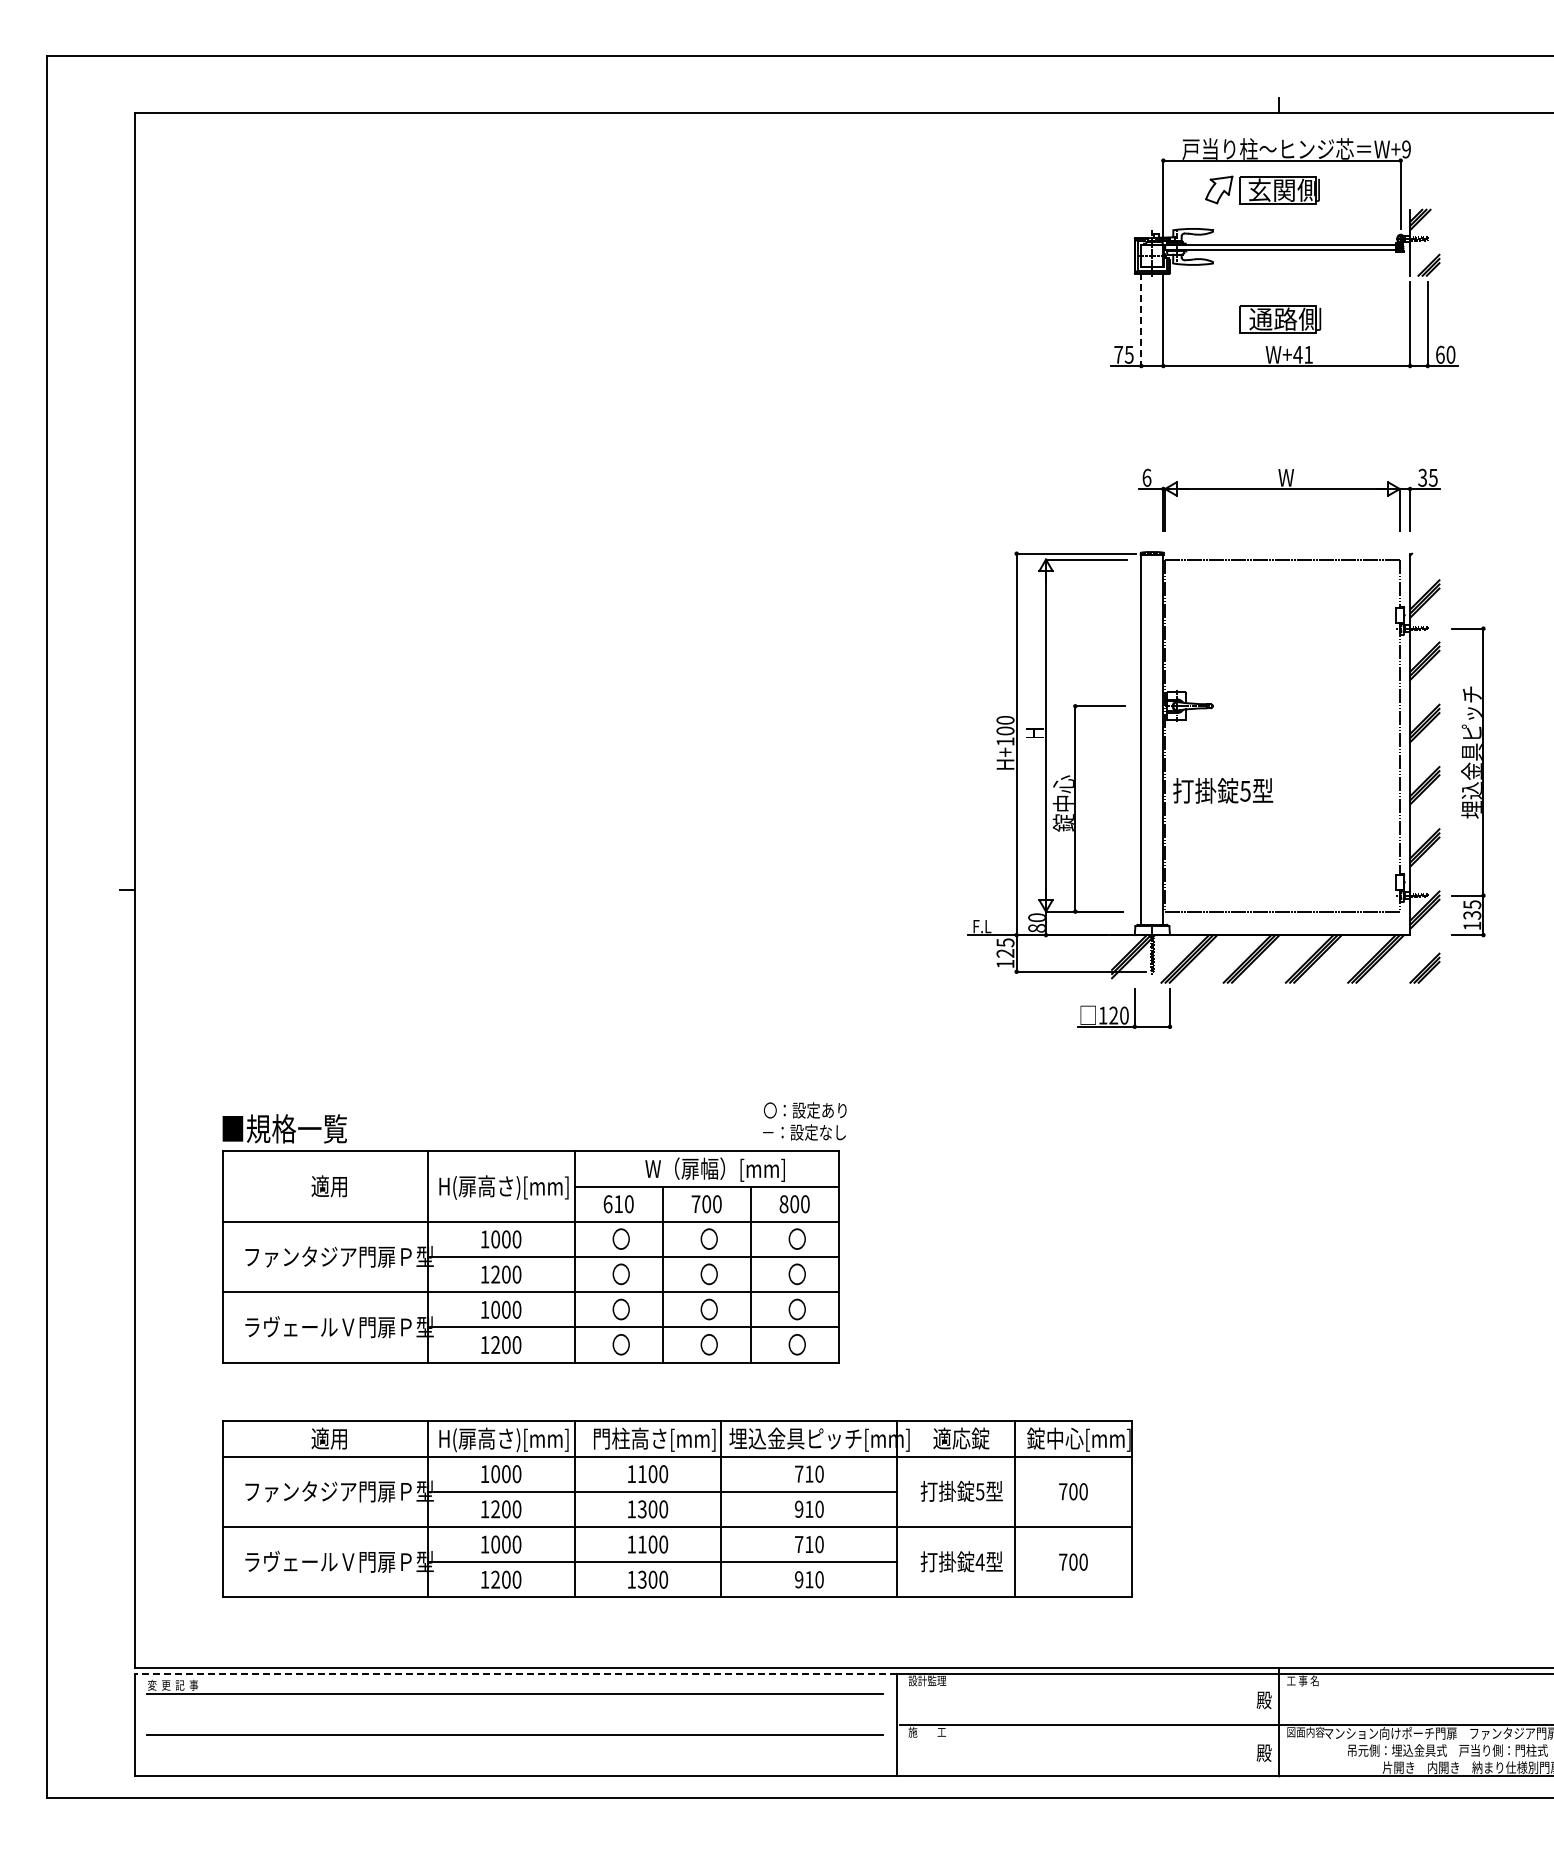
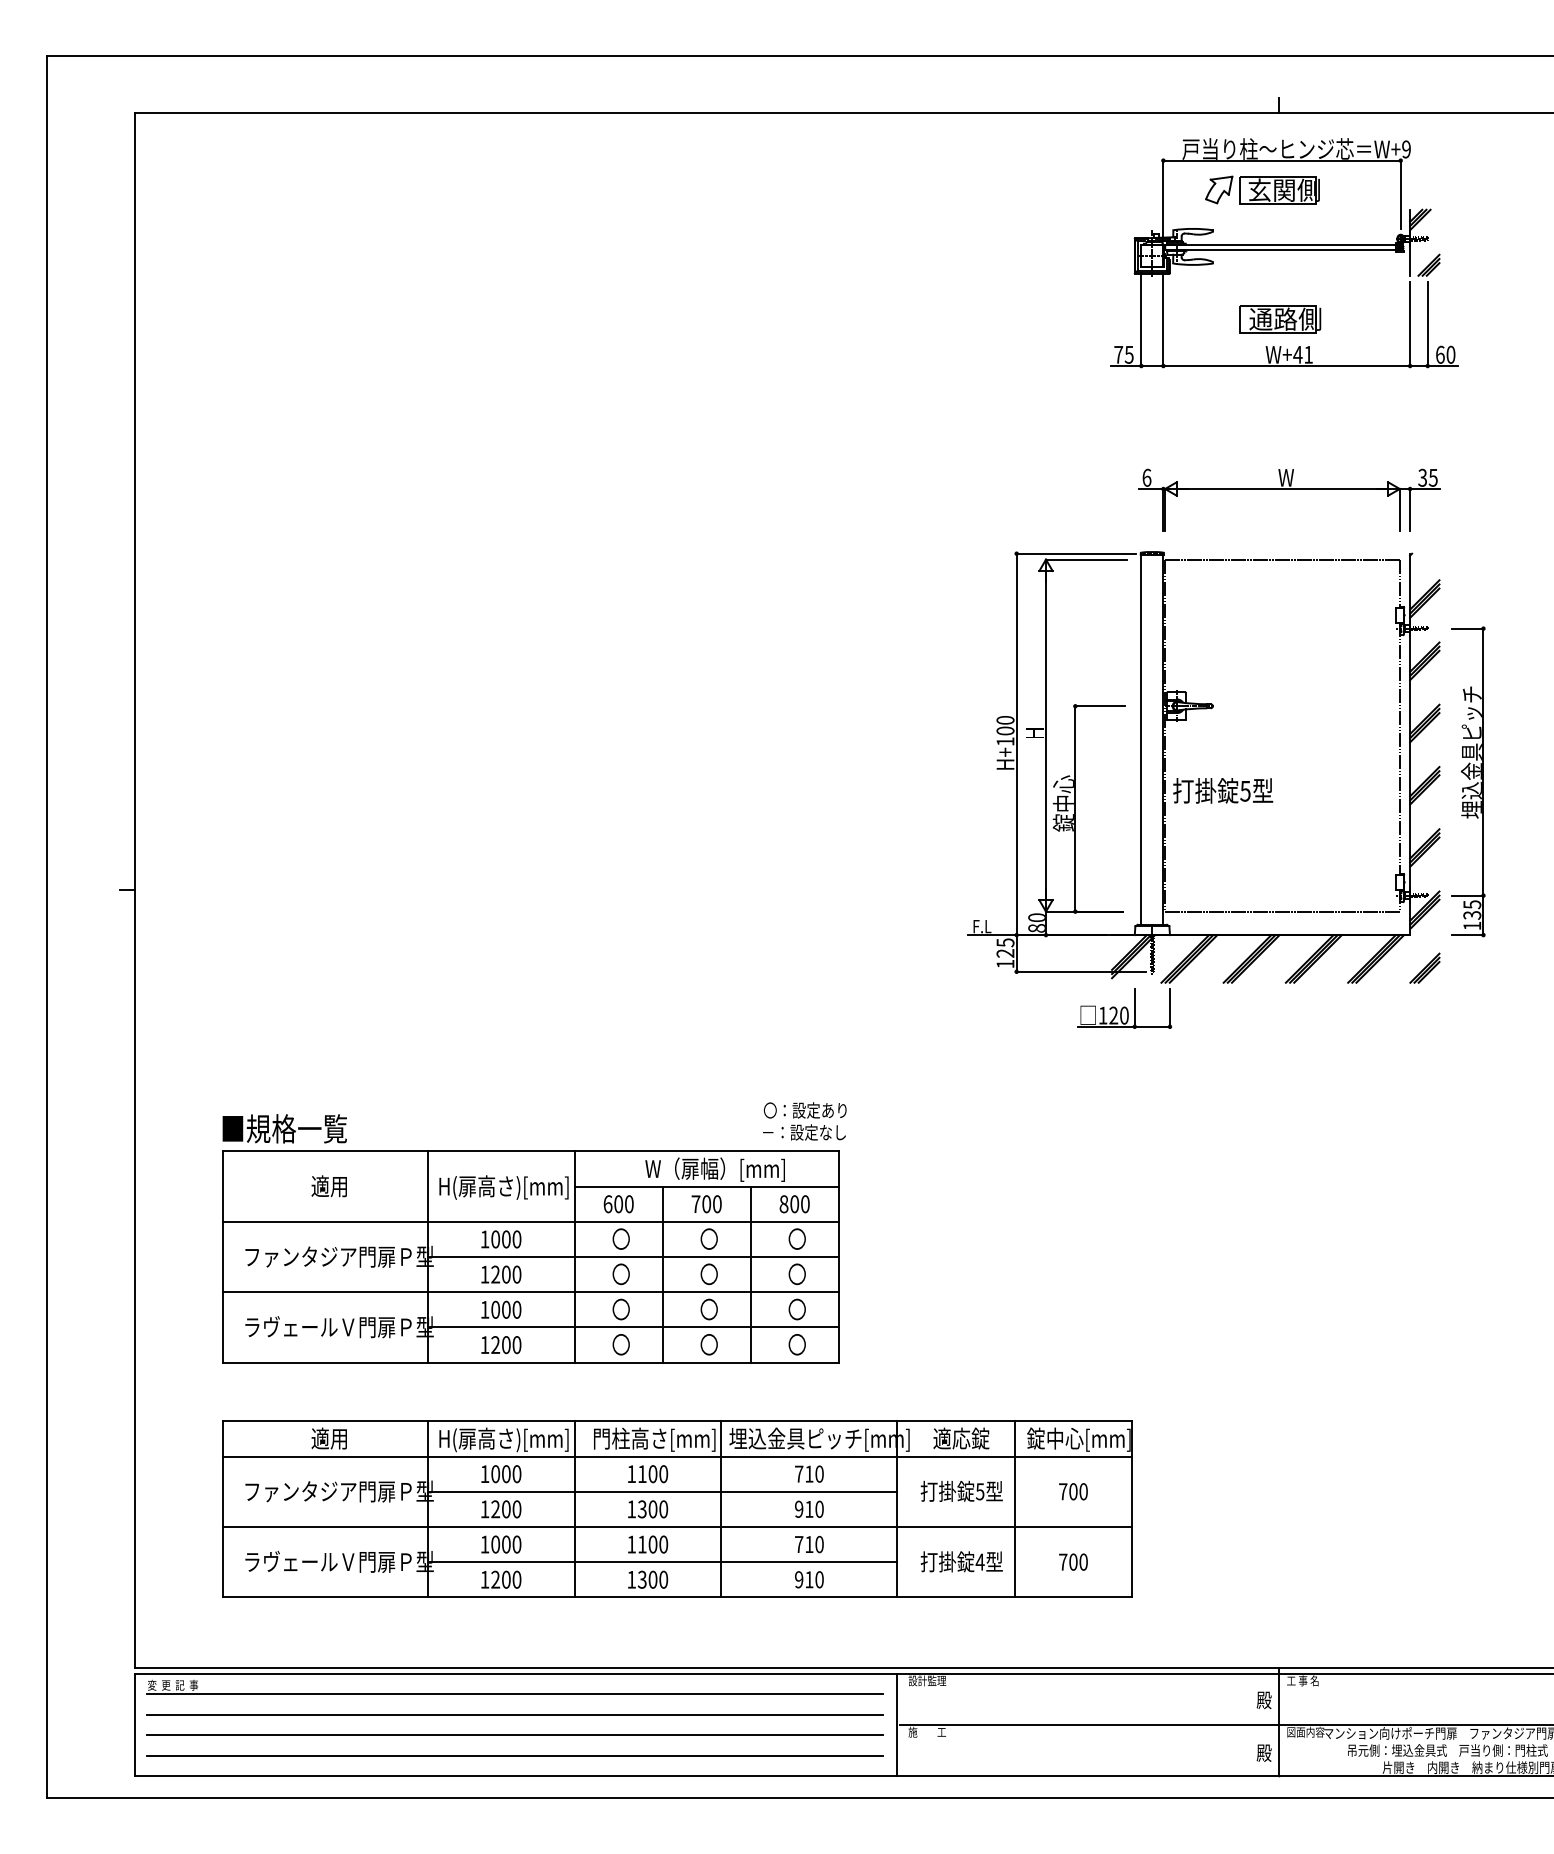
line at (1141, 319): dashed -> solid
text at (618, 1204): 610 -> 600
line at (515, 1673): dashed -> solid
line at (514, 1714): none -> present
line at (514, 1755): none -> present
